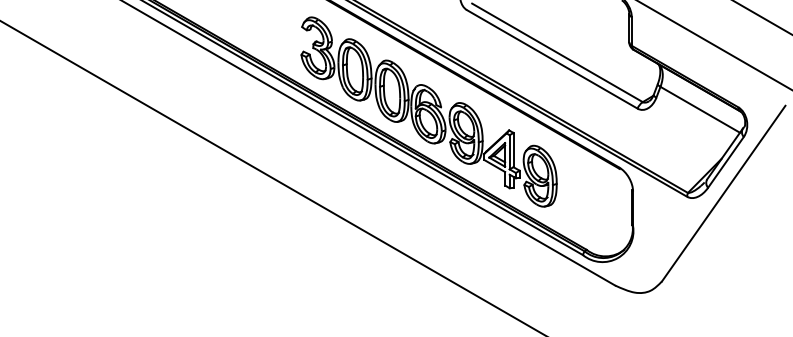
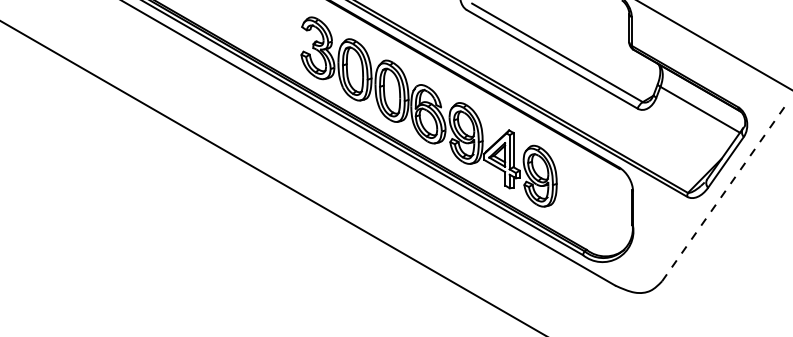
line at (762, 17): present -> none
line at (724, 193): solid -> dashed
